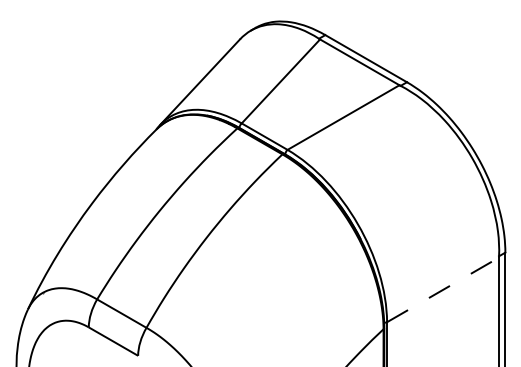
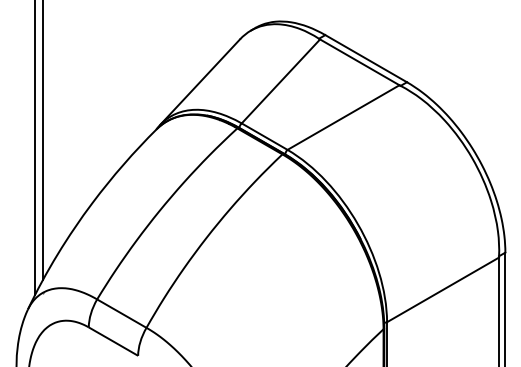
line at (43, 140): none -> present
line at (34, 148): none -> present
line at (443, 289): dashed -> solid
